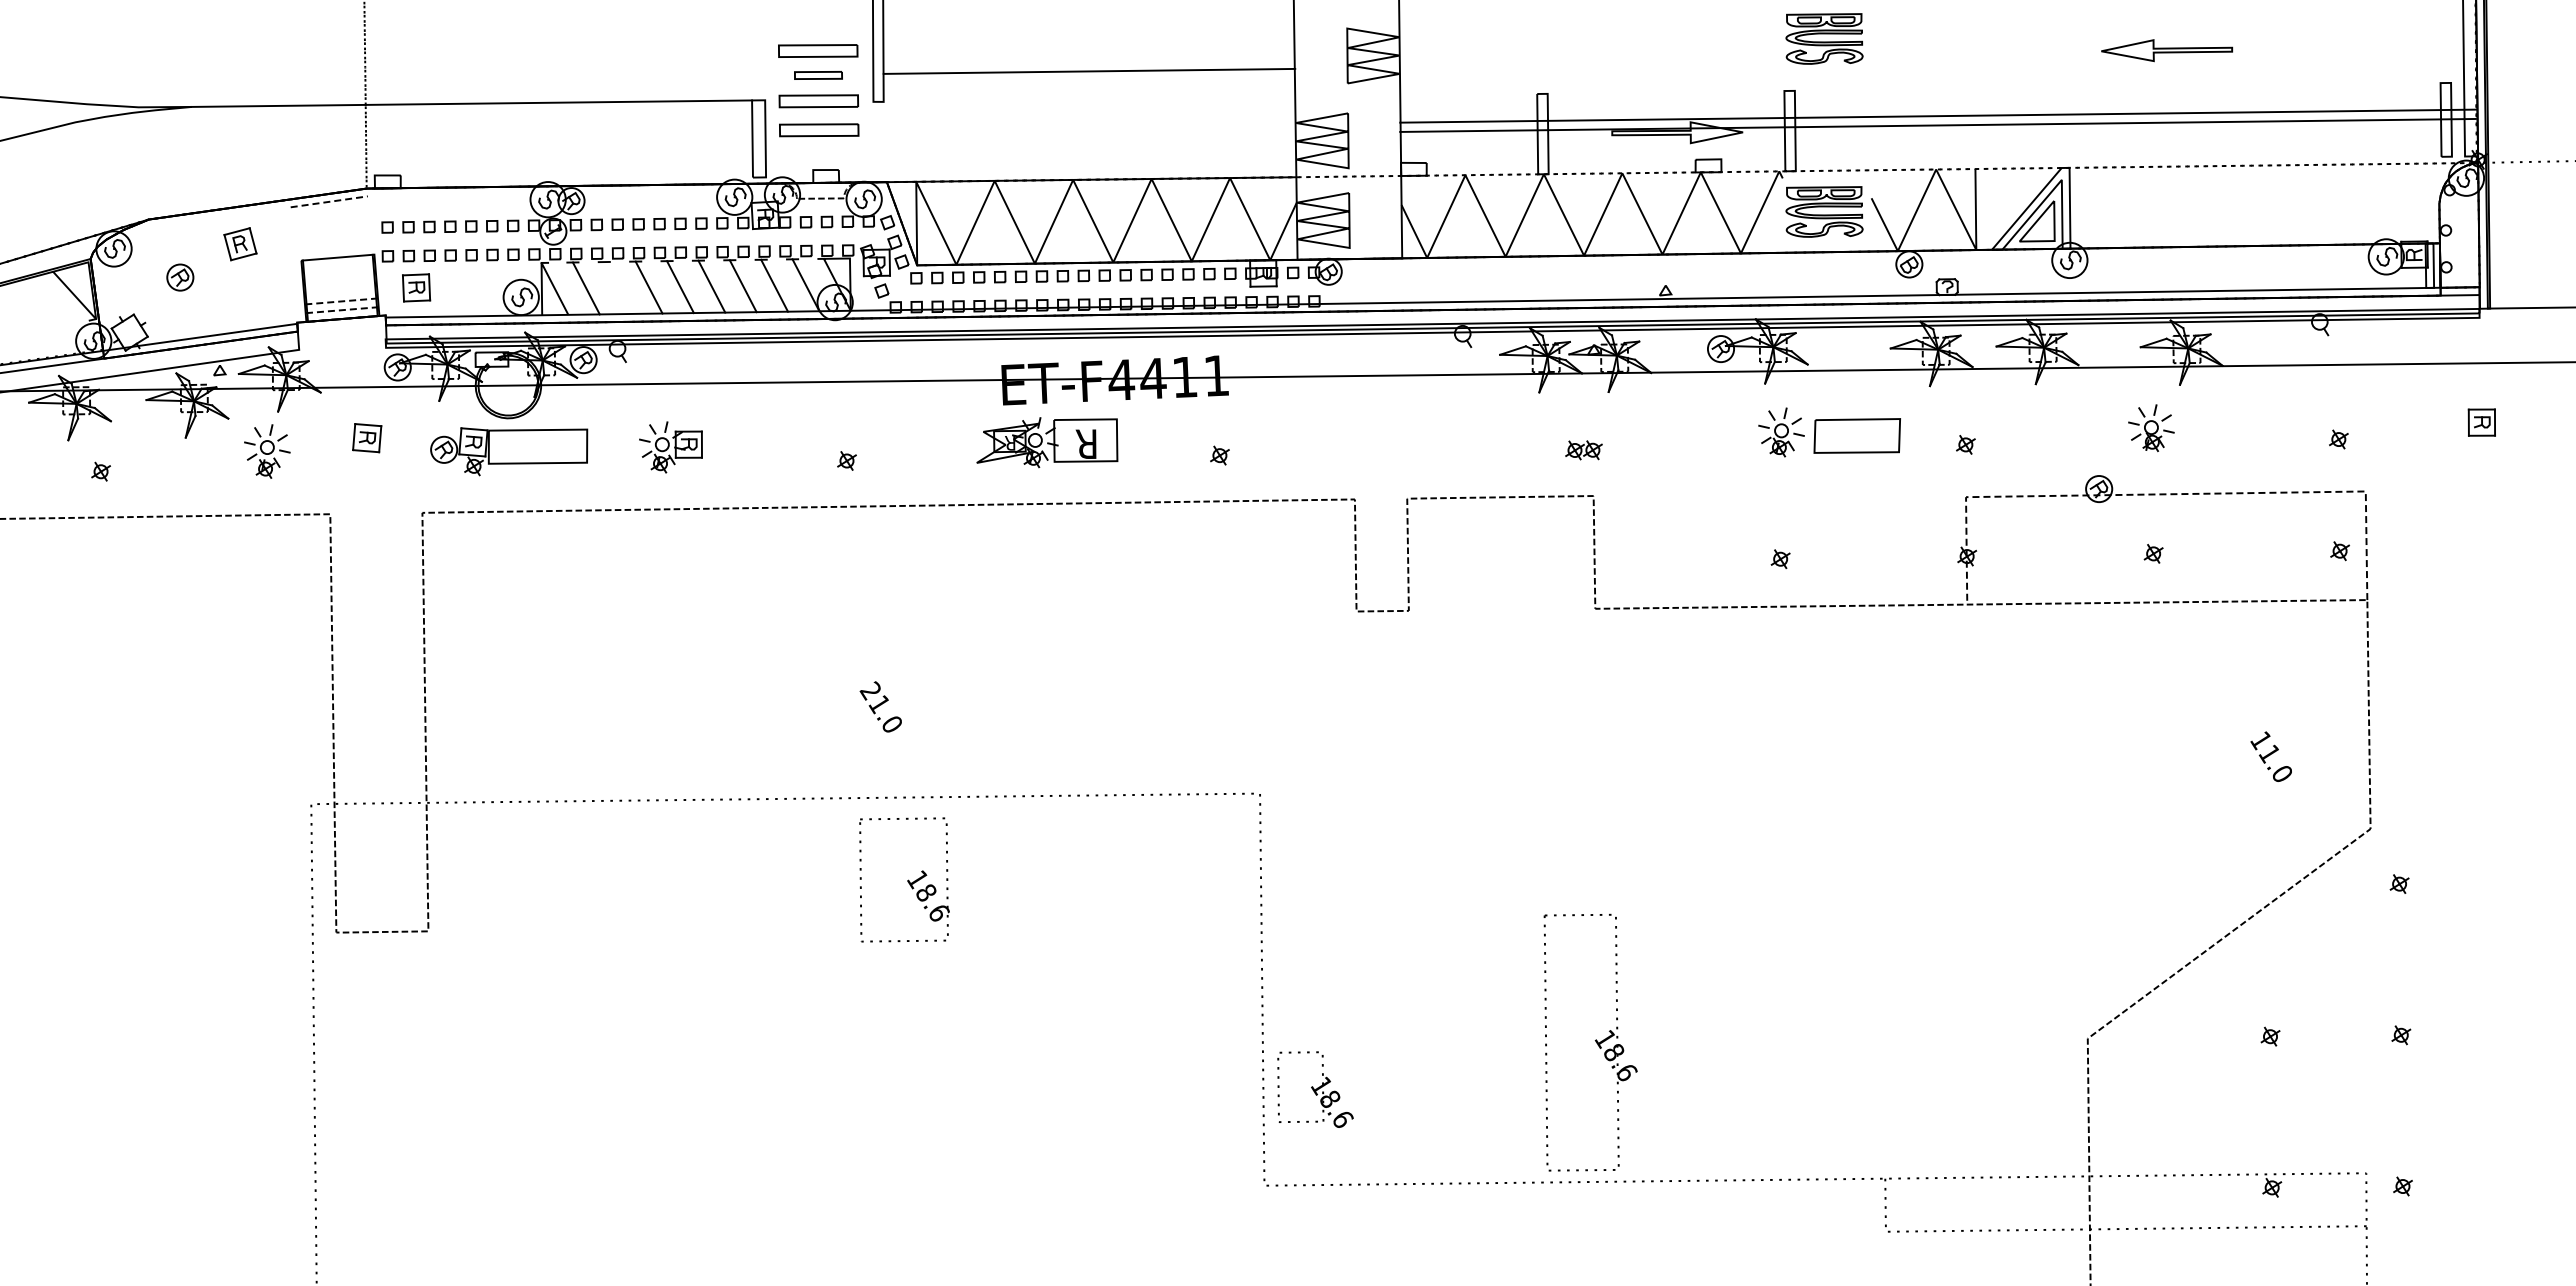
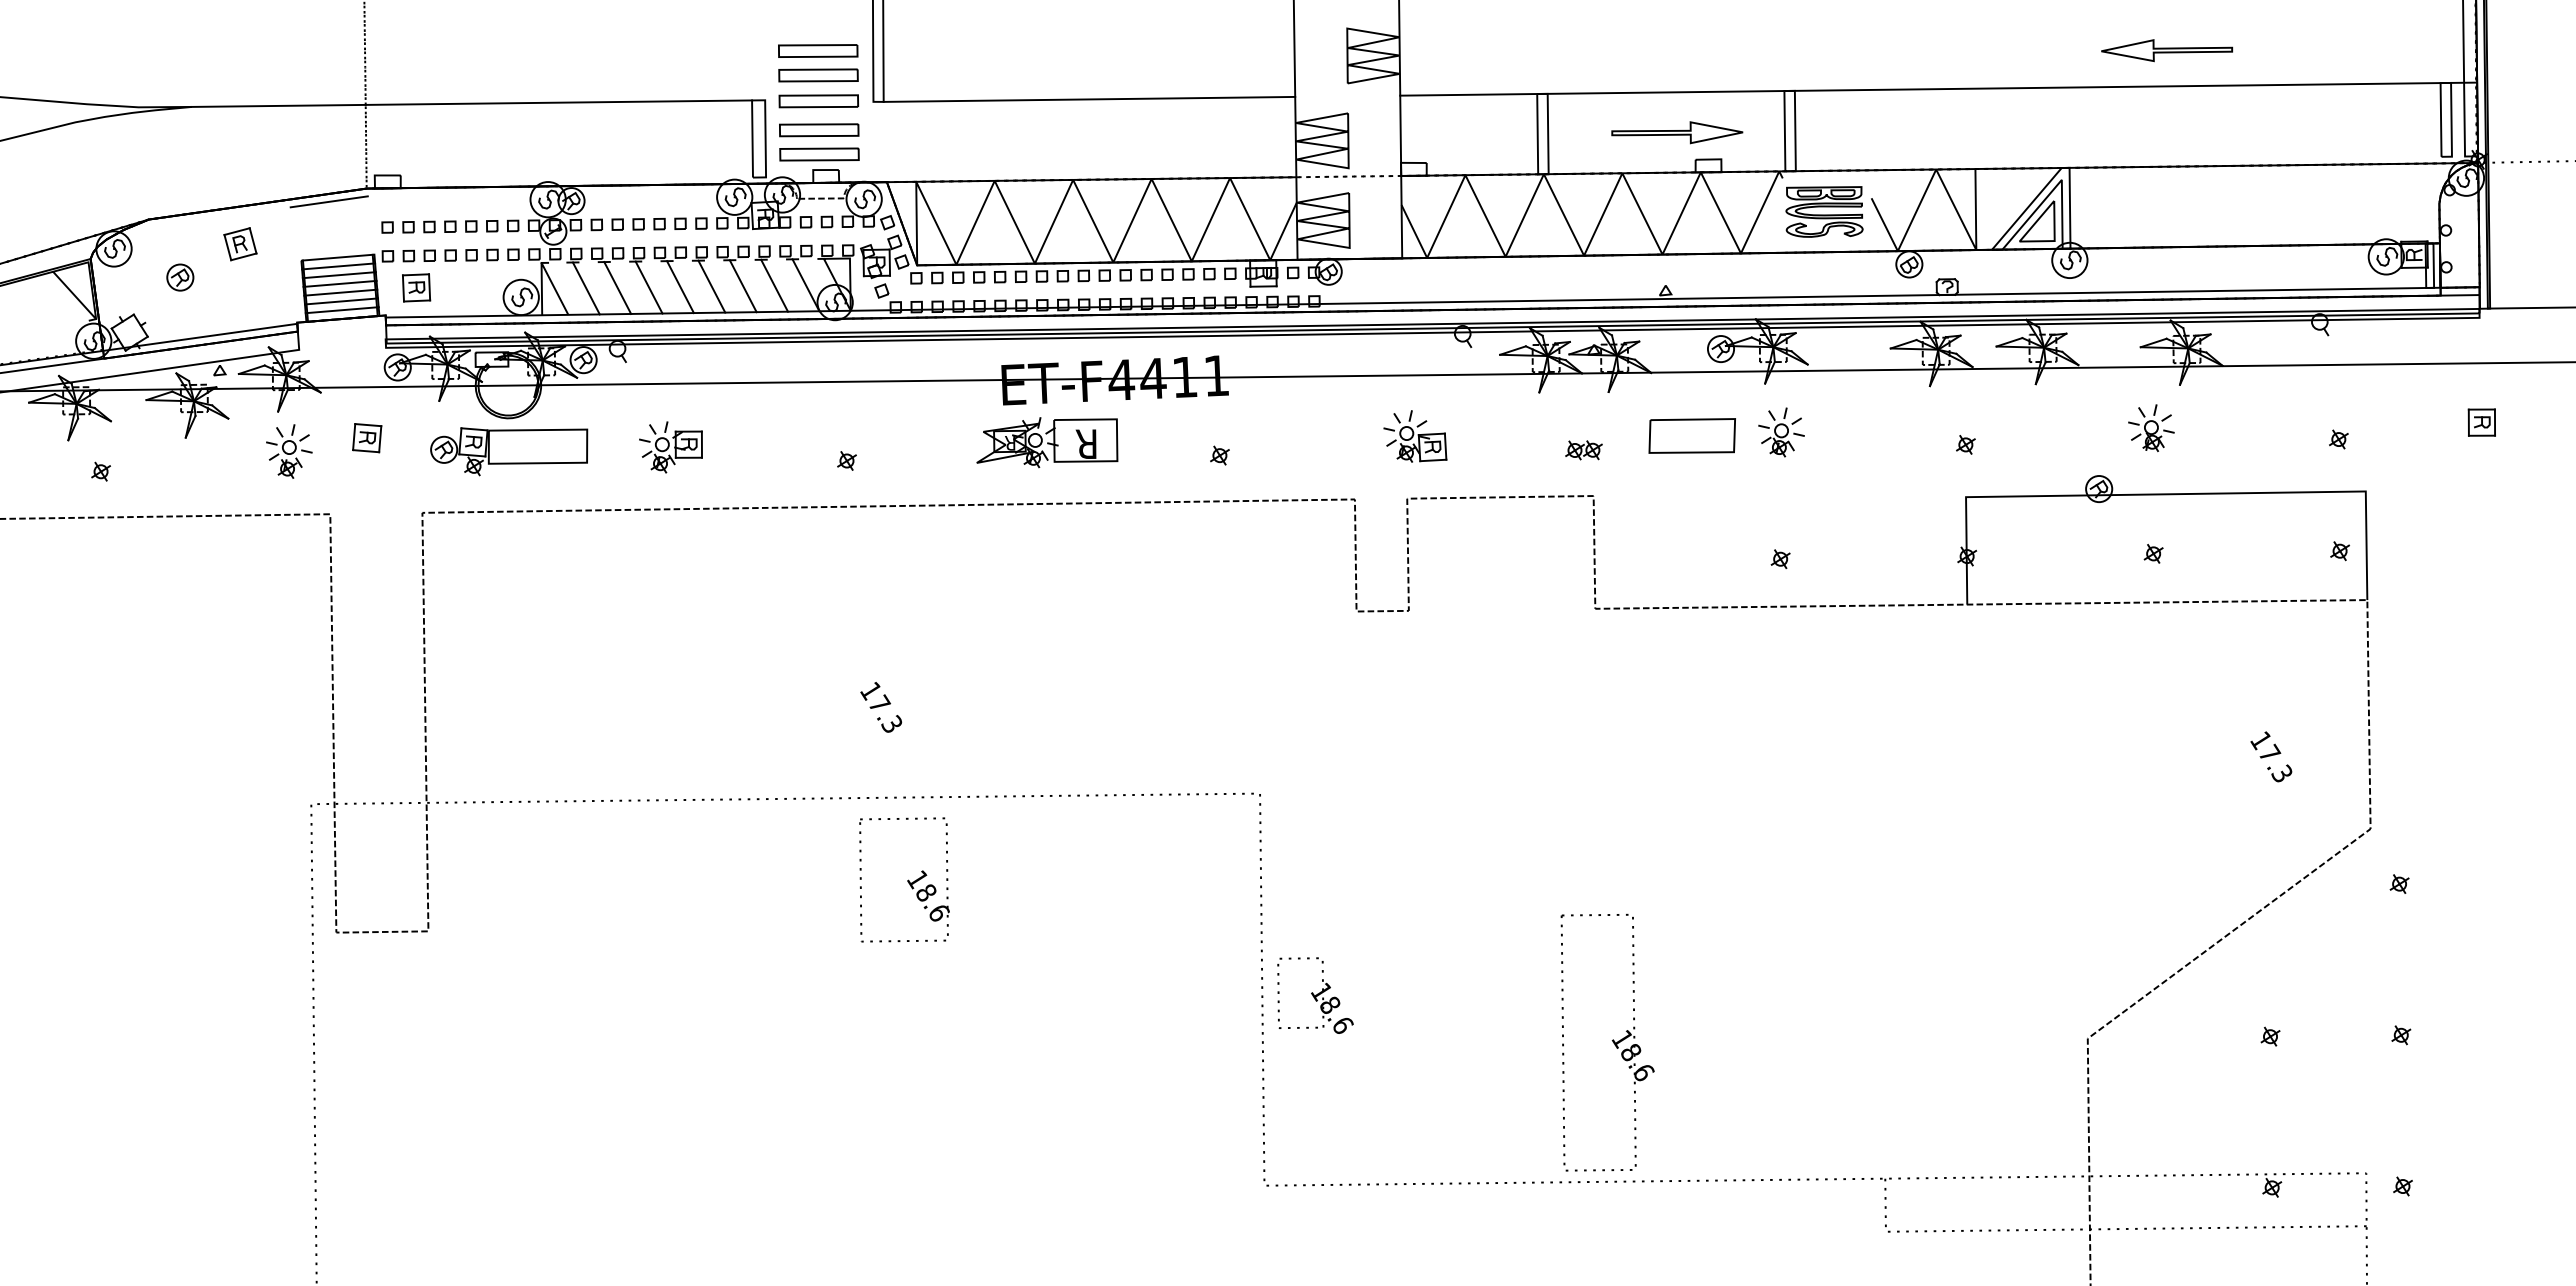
part at (1824, 38): present -> none
line at (1089, 70) position: (1089, 70) -> (1089, 98)
part at (818, 75) size: 49x9 px -> 81x15 px
line at (1938, 115) position: (1938, 115) -> (1938, 88)
line at (1937, 124) position: (1937, 124) -> (1938, 168)
part at (819, 154): none -> present
line at (329, 201): dashed -> solid
line at (338, 266): none -> present
line at (338, 275): none -> present
line at (339, 283): none -> present
line at (617, 287): none -> present
line at (340, 292): none -> present
line at (341, 301): dashed -> solid
line at (342, 310): dashed -> solid
part at (1856, 435) position: (1856, 435) -> (1691, 435)
part at (1415, 436): none -> present
part at (267, 451) position: (267, 451) -> (289, 451)
line at (2165, 494): dashed -> solid
text at (880, 706): 21.0 -> 17.3
text at (2275, 762): 11.0 -> 17.3
part at (1590, 1042) position: (1590, 1042) -> (1607, 1042)
part at (1315, 1089) position: (1315, 1089) -> (1315, 995)
